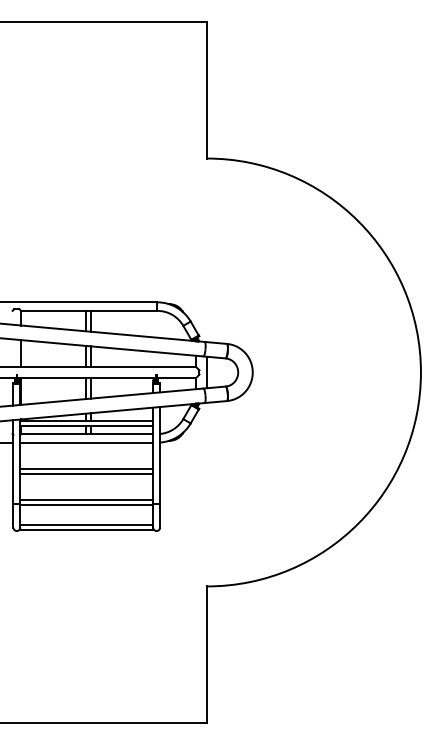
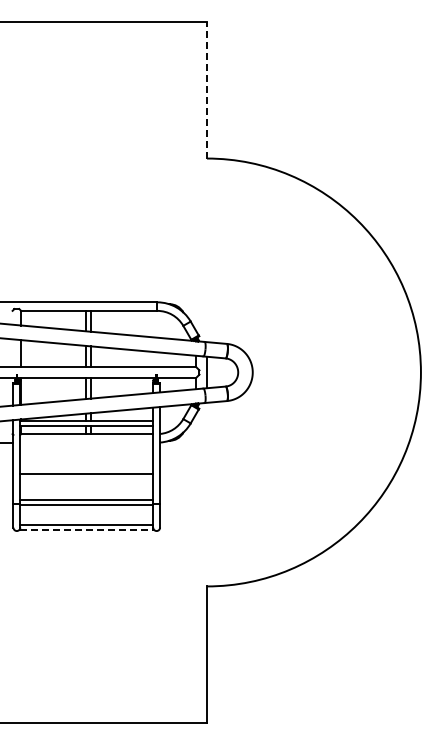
line at (207, 89): solid -> dashed
line at (86, 442): present -> none
line at (86, 468): present -> none
line at (87, 529): solid -> dashed
